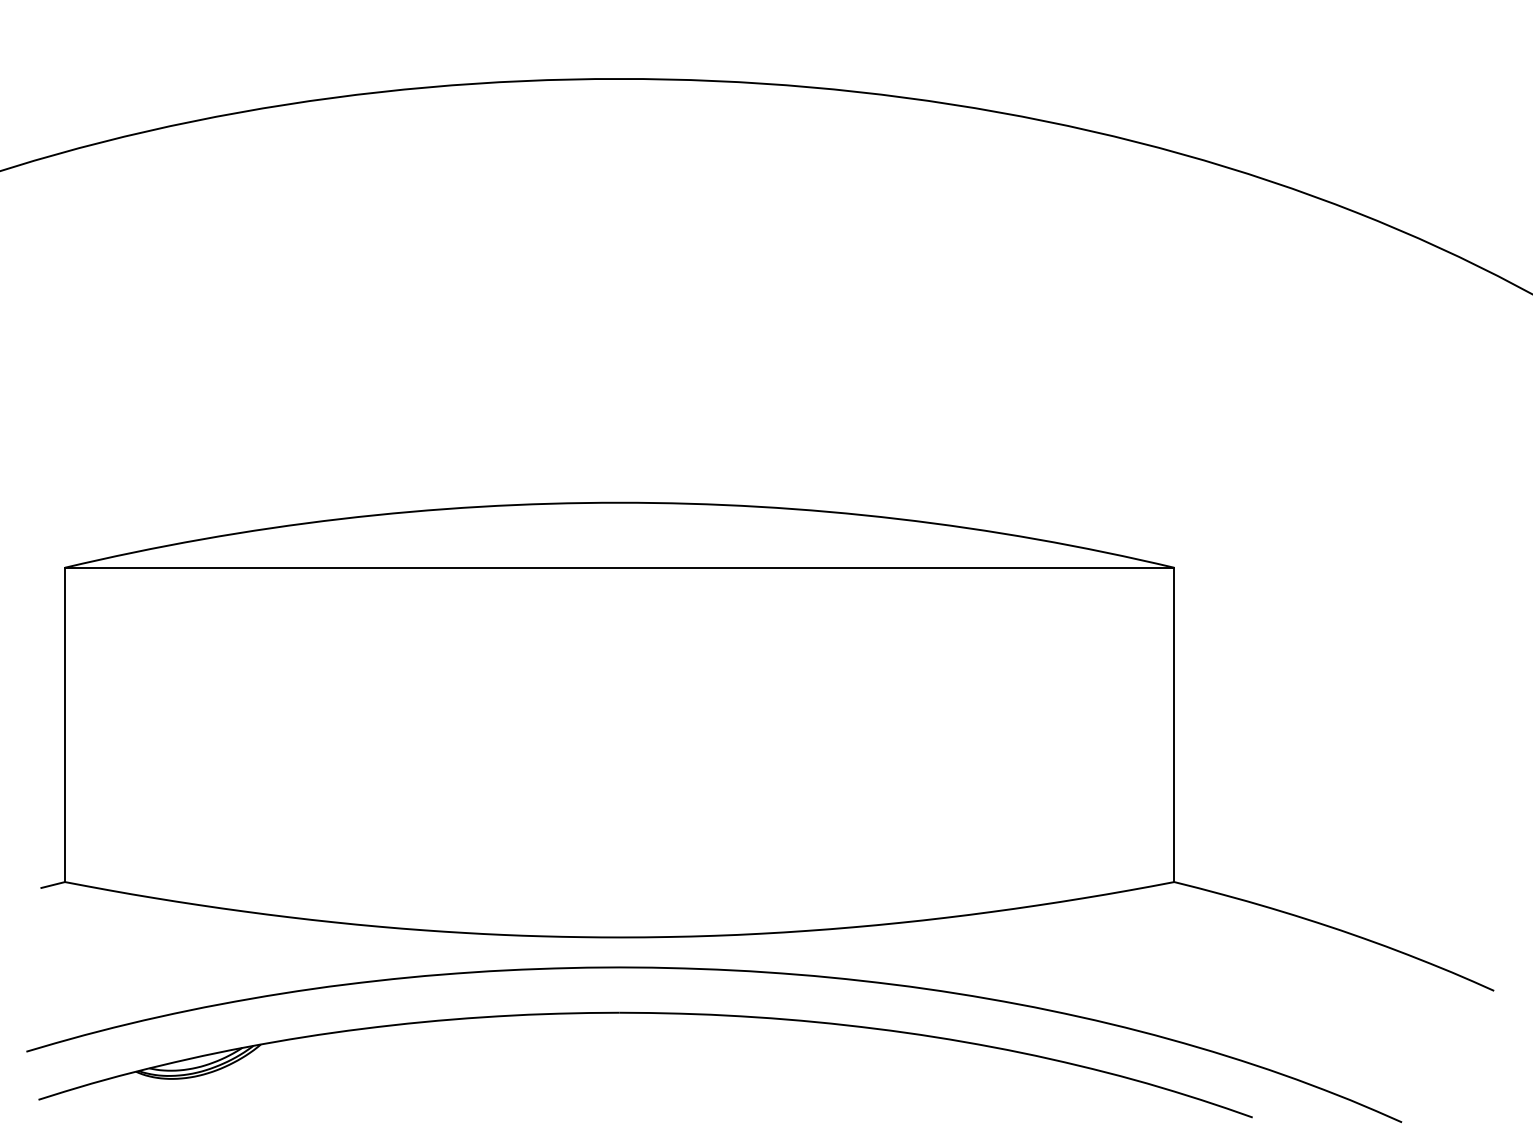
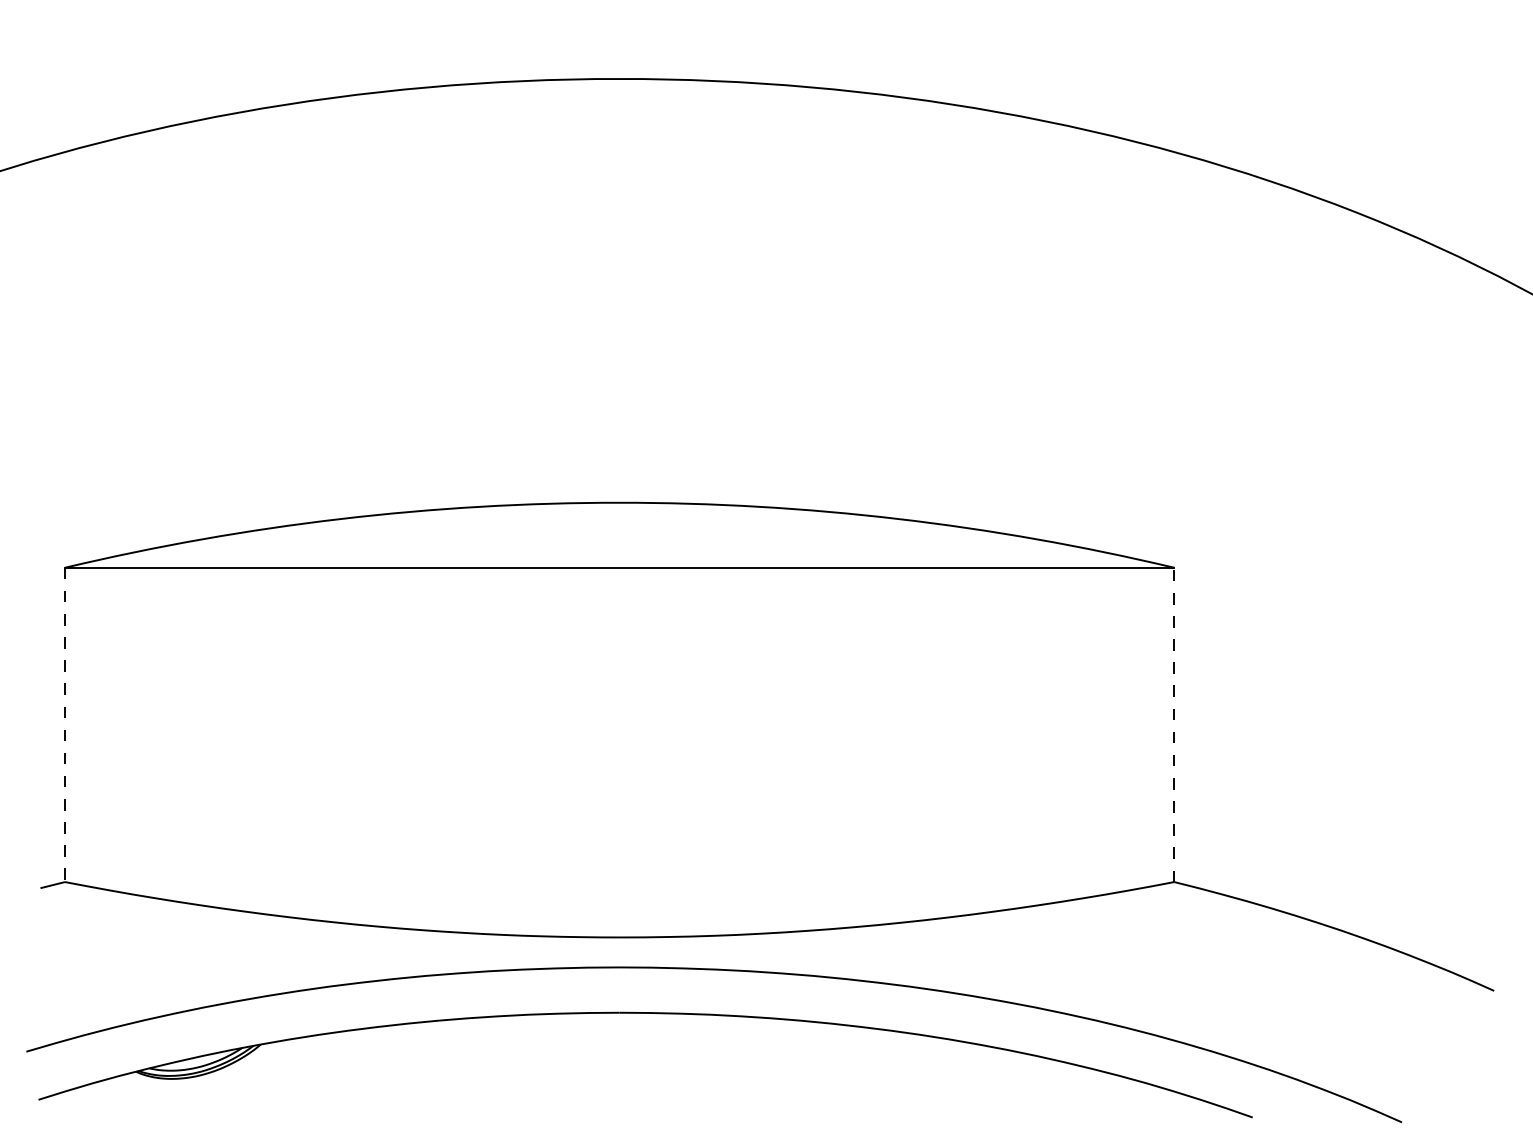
line at (1174, 724): solid -> dashed
line at (65, 725): solid -> dashed
